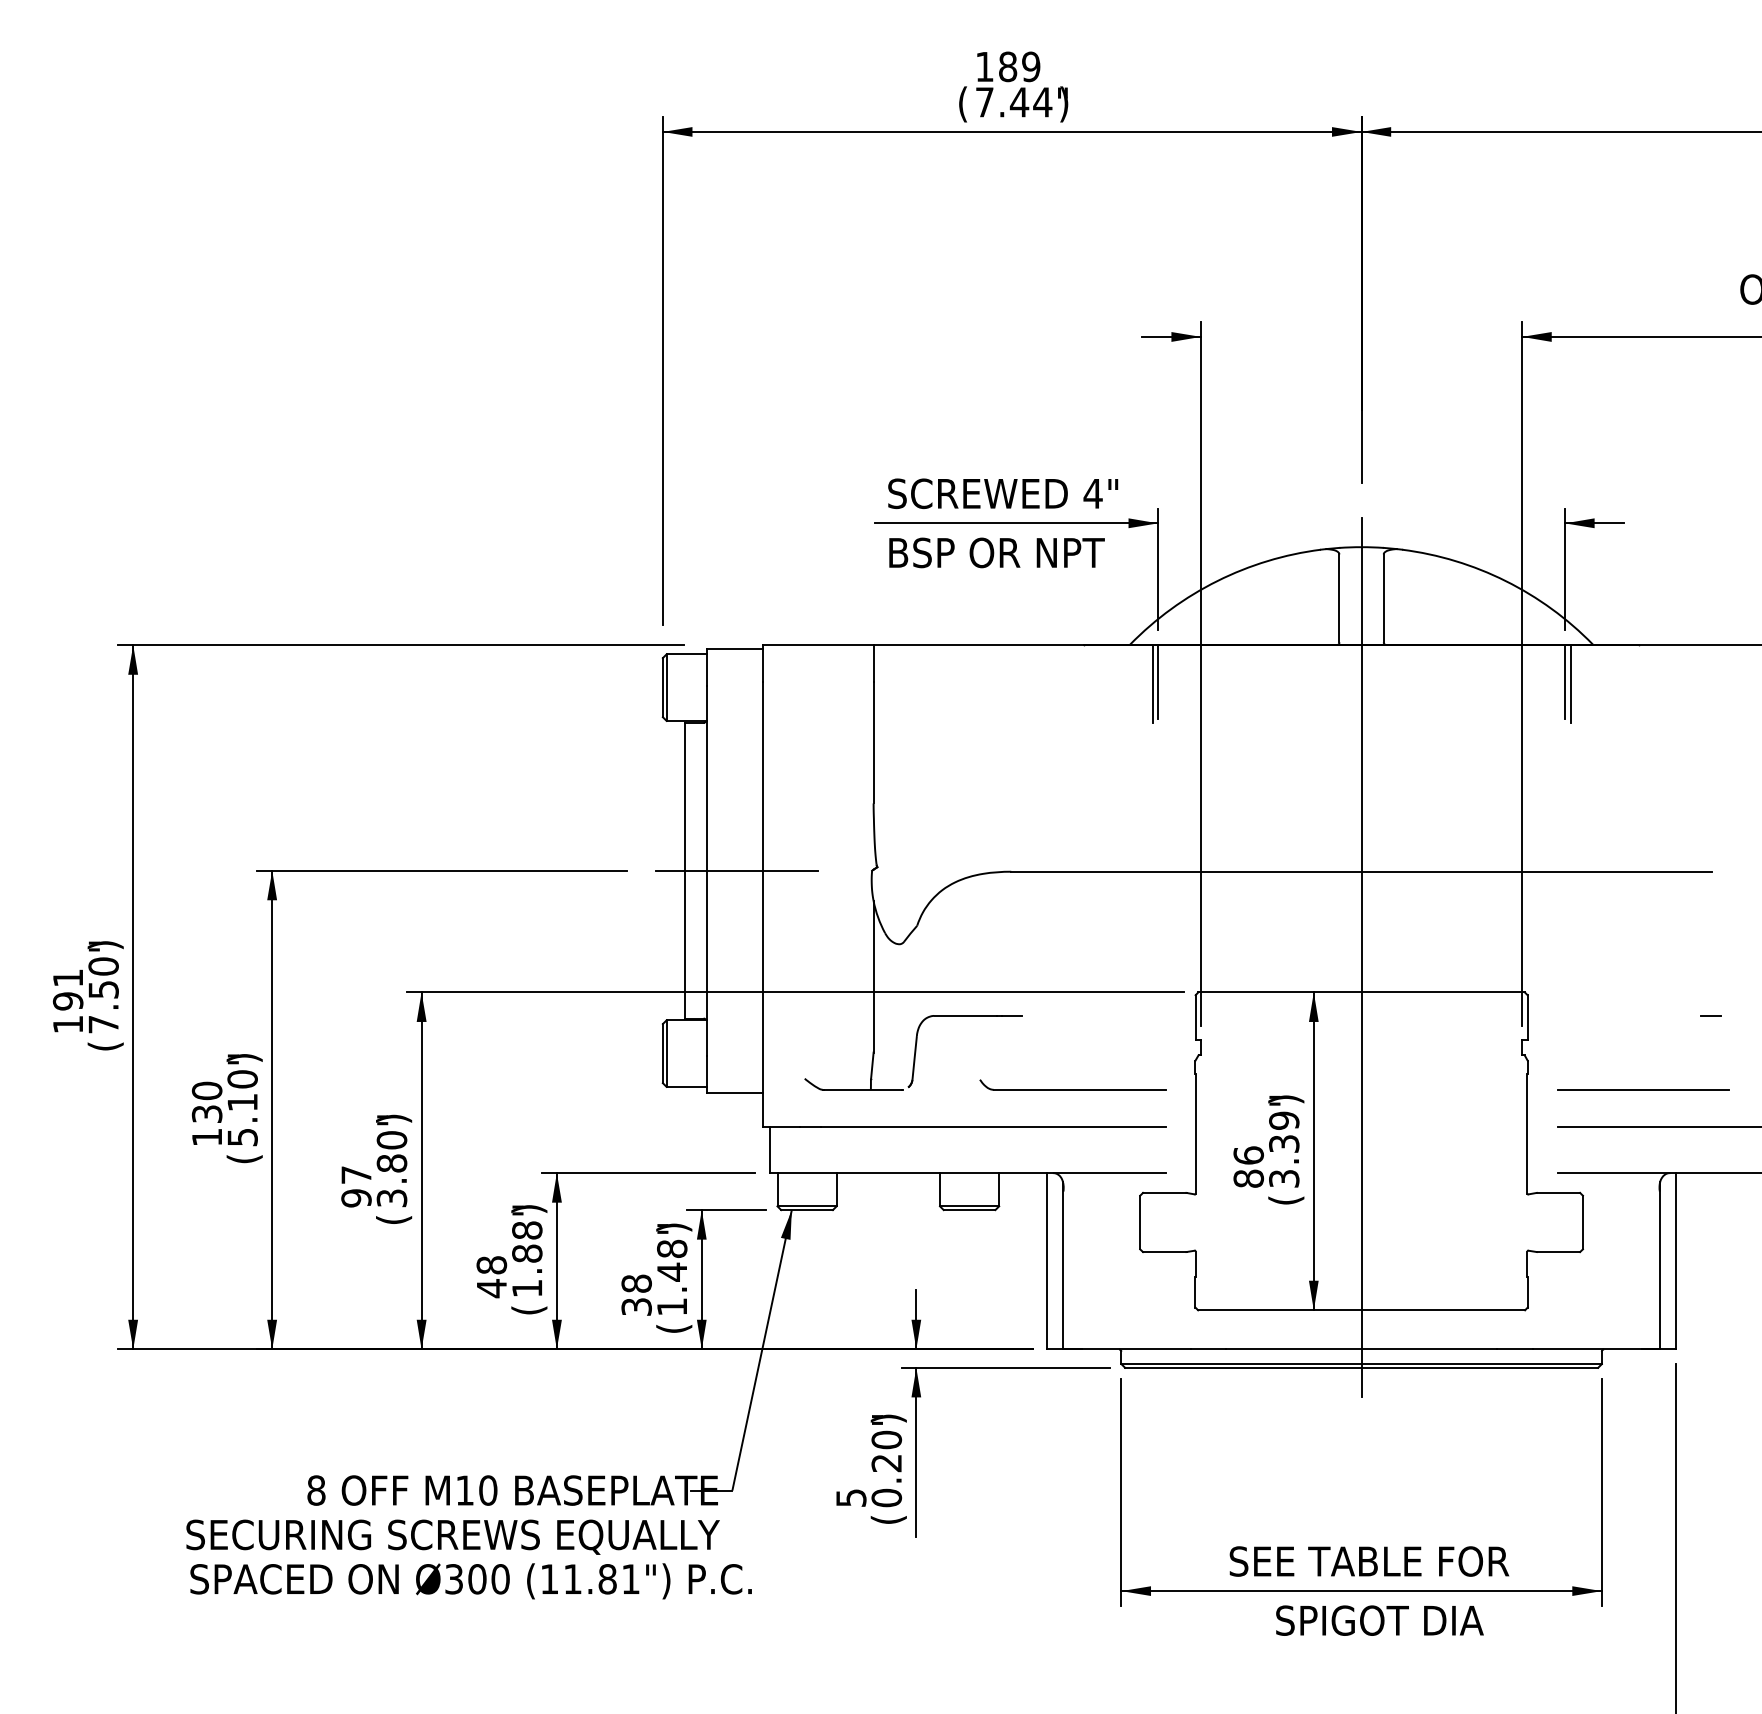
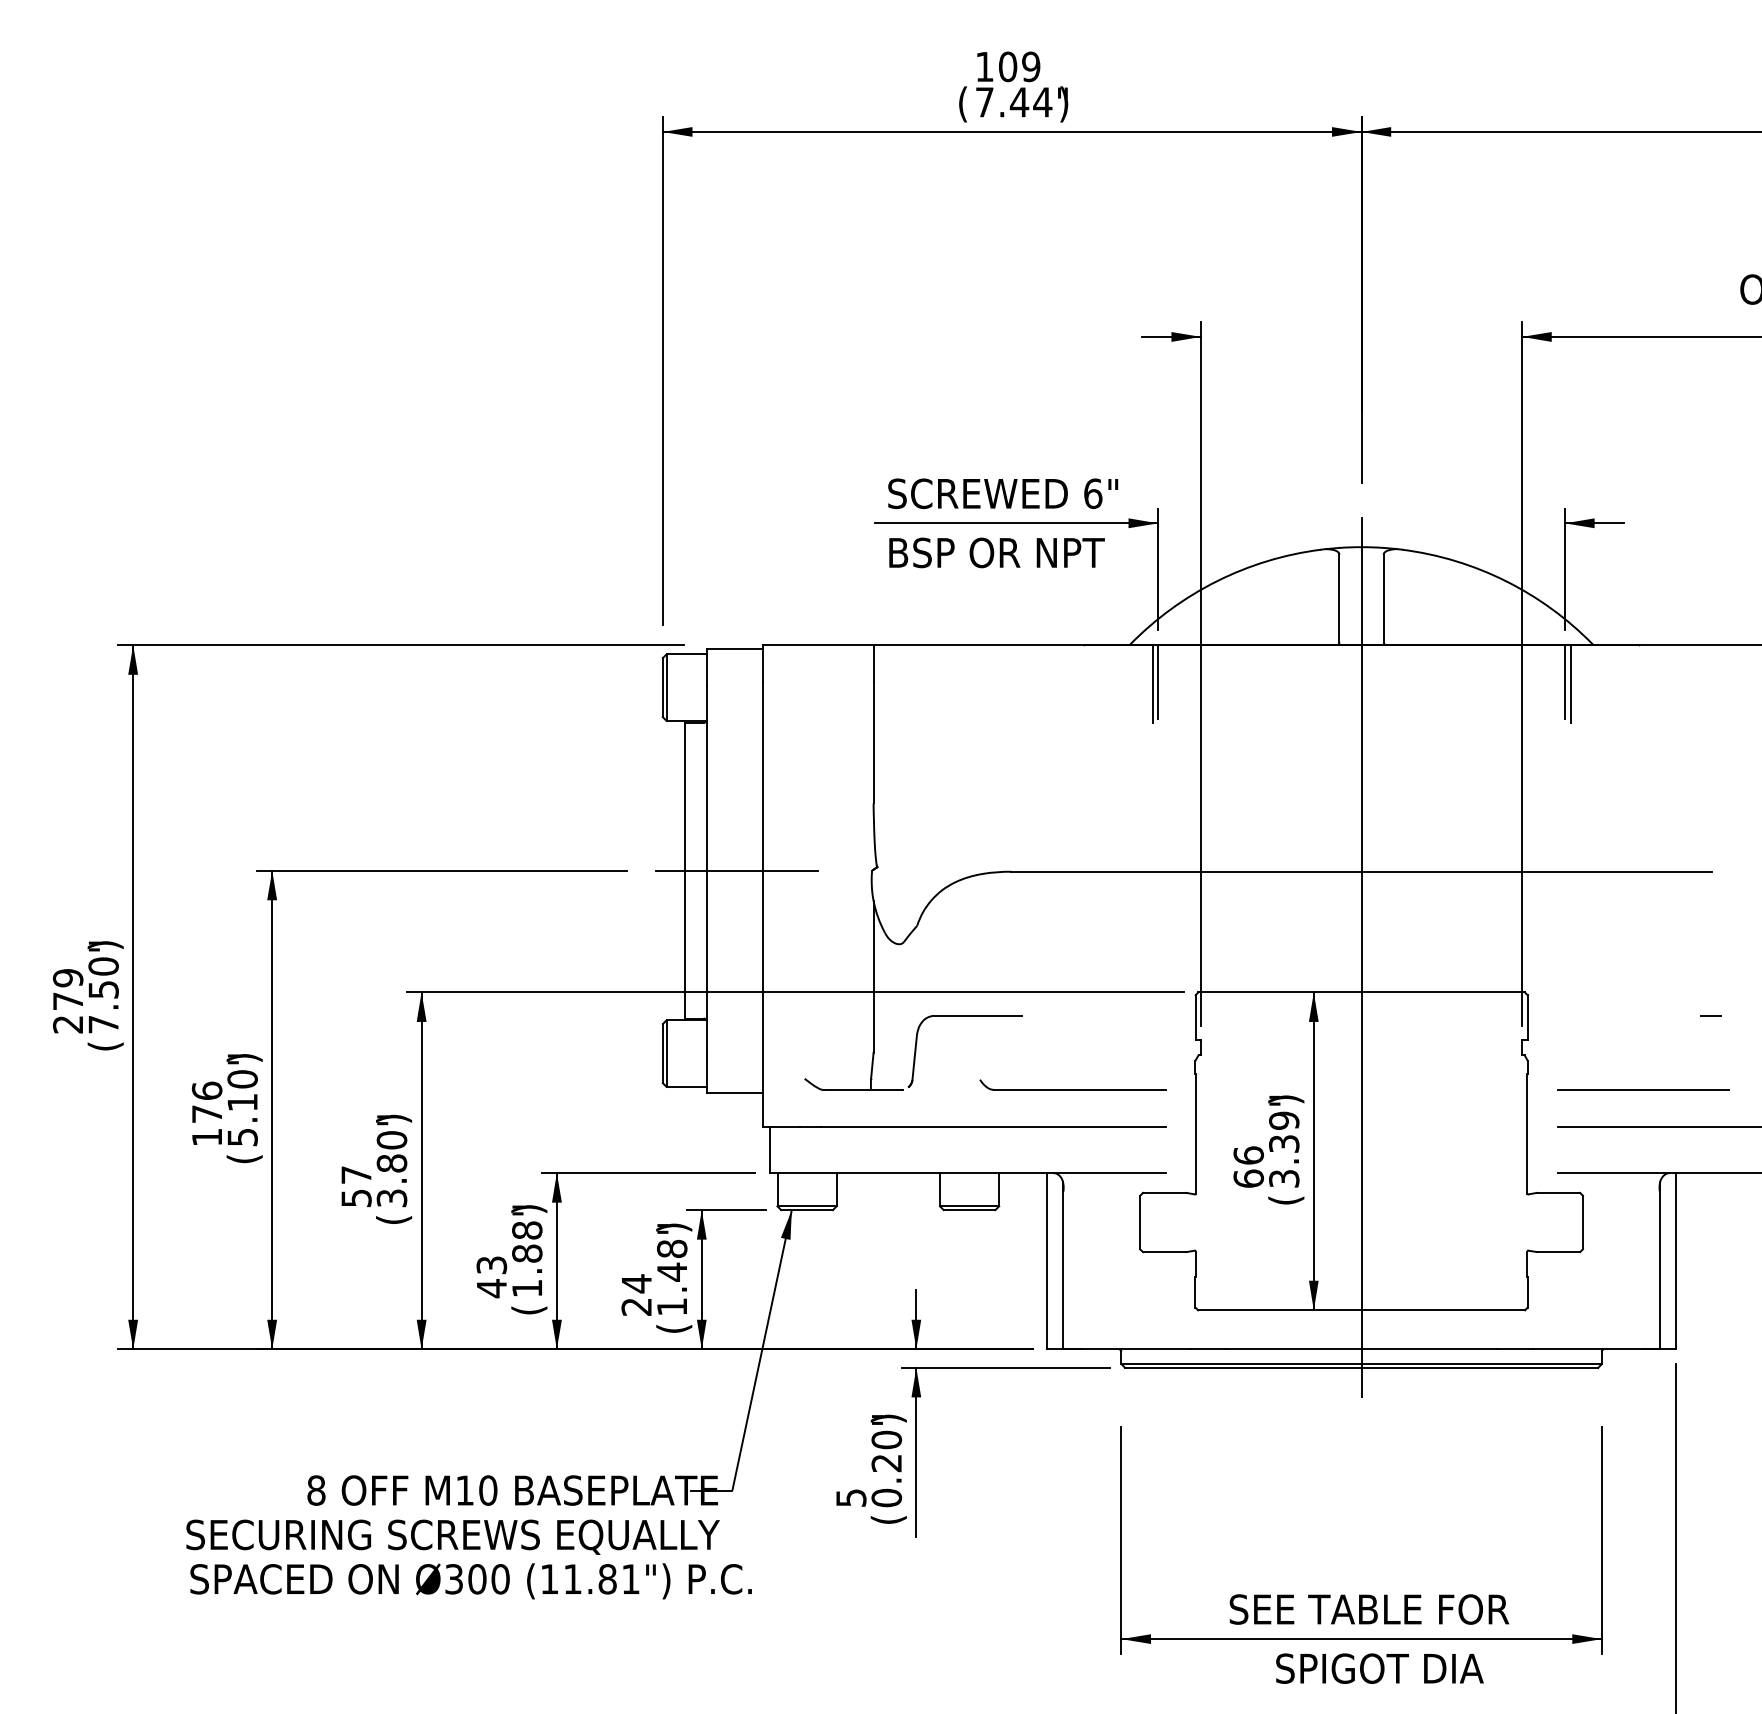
text at (1008, 66): 189 -> 109
text at (1092, 493): 4" -> 6"
text at (67, 1001): 191 -> 279
text at (206, 1101): 130 -> 176
text at (1248, 1178): 86 -> 66
text at (356, 1198): 97 -> 57
text at (491, 1265): 48 -> 43
text at (636, 1294): 38 -> 24
part at (1361, 1546) position: (1361, 1546) -> (1361, 1594)
